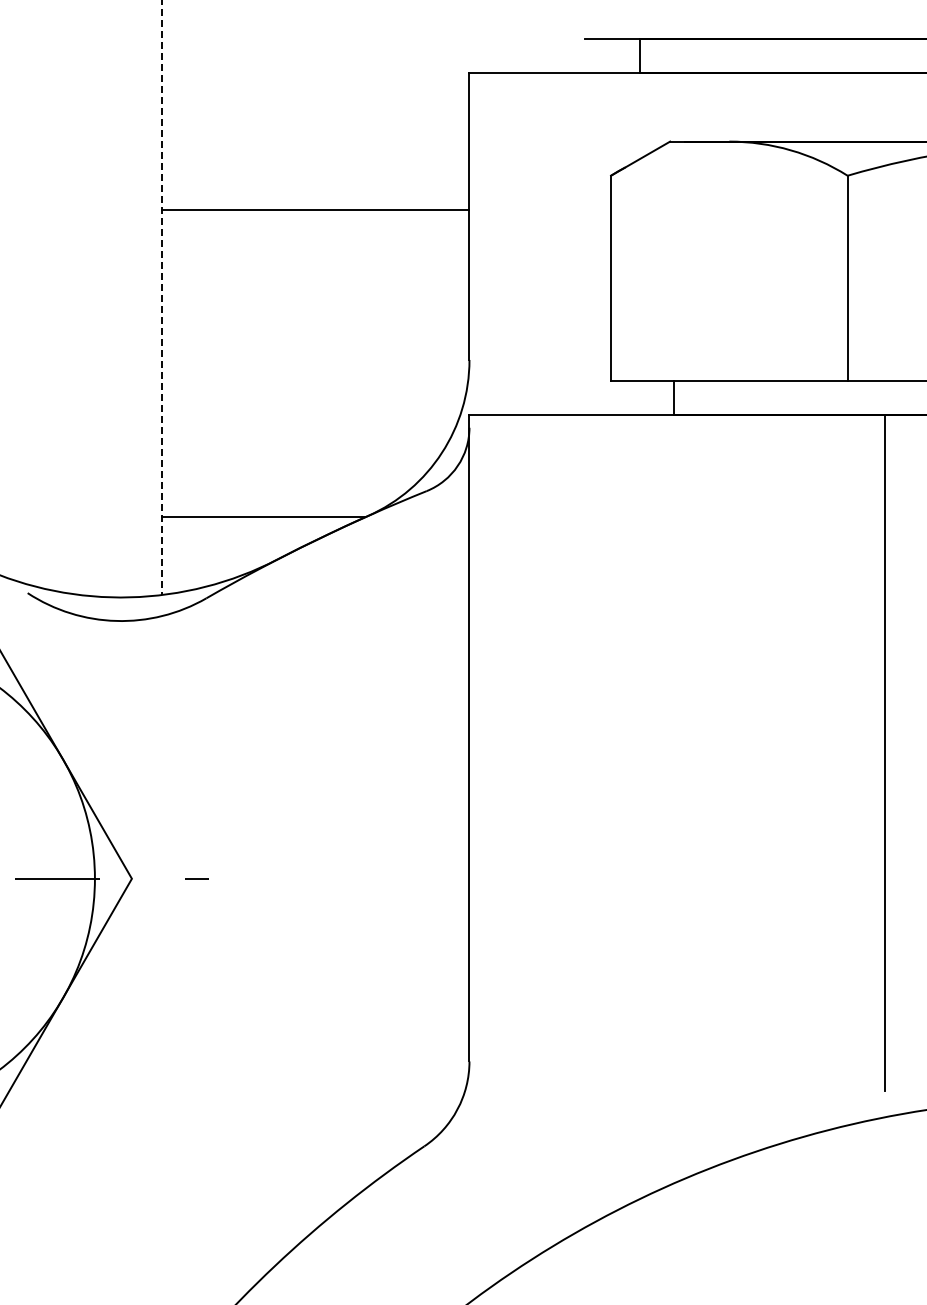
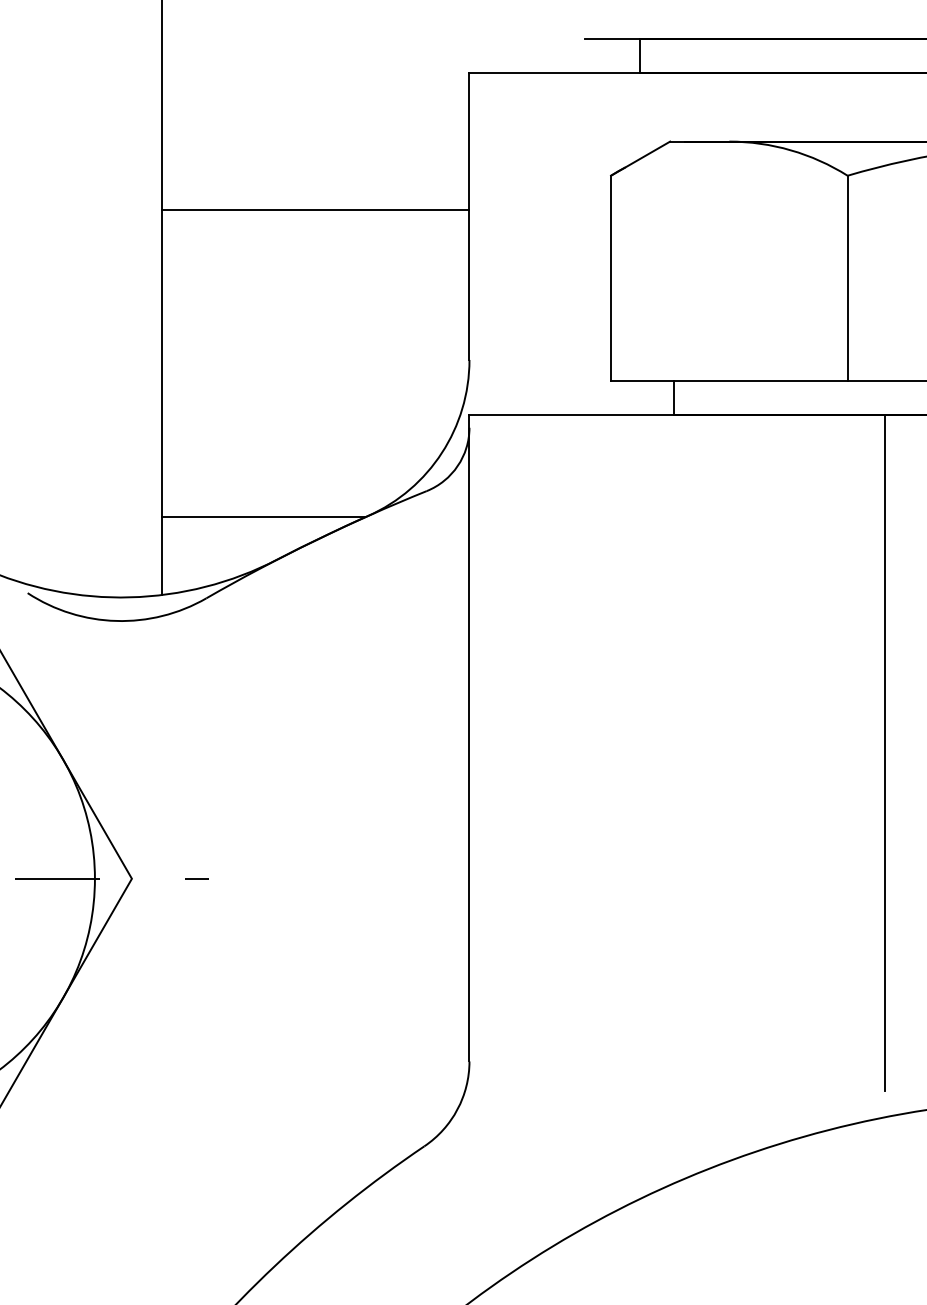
line at (162, 298): dashed -> solid
